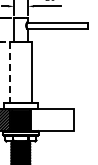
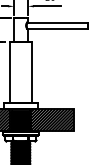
line at (9, 72): dashed -> solid
hatch at (52, 120): none -> present
